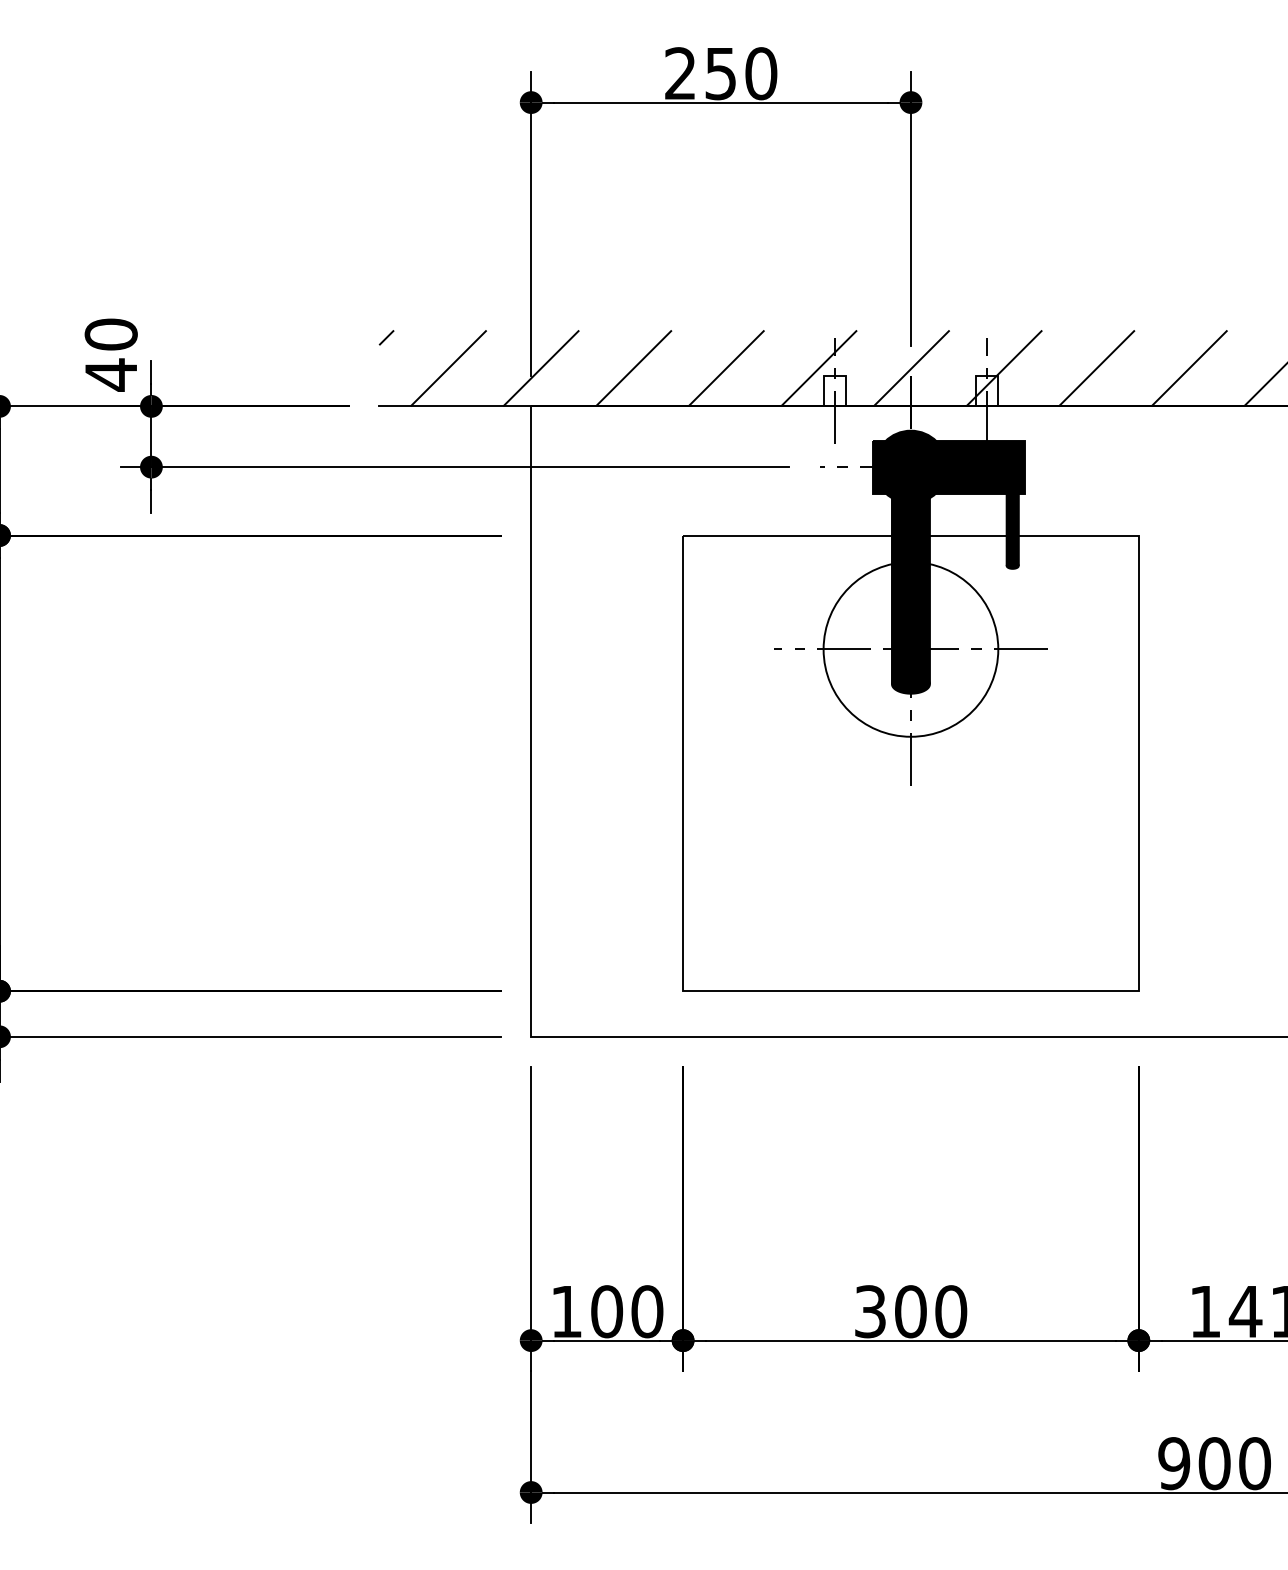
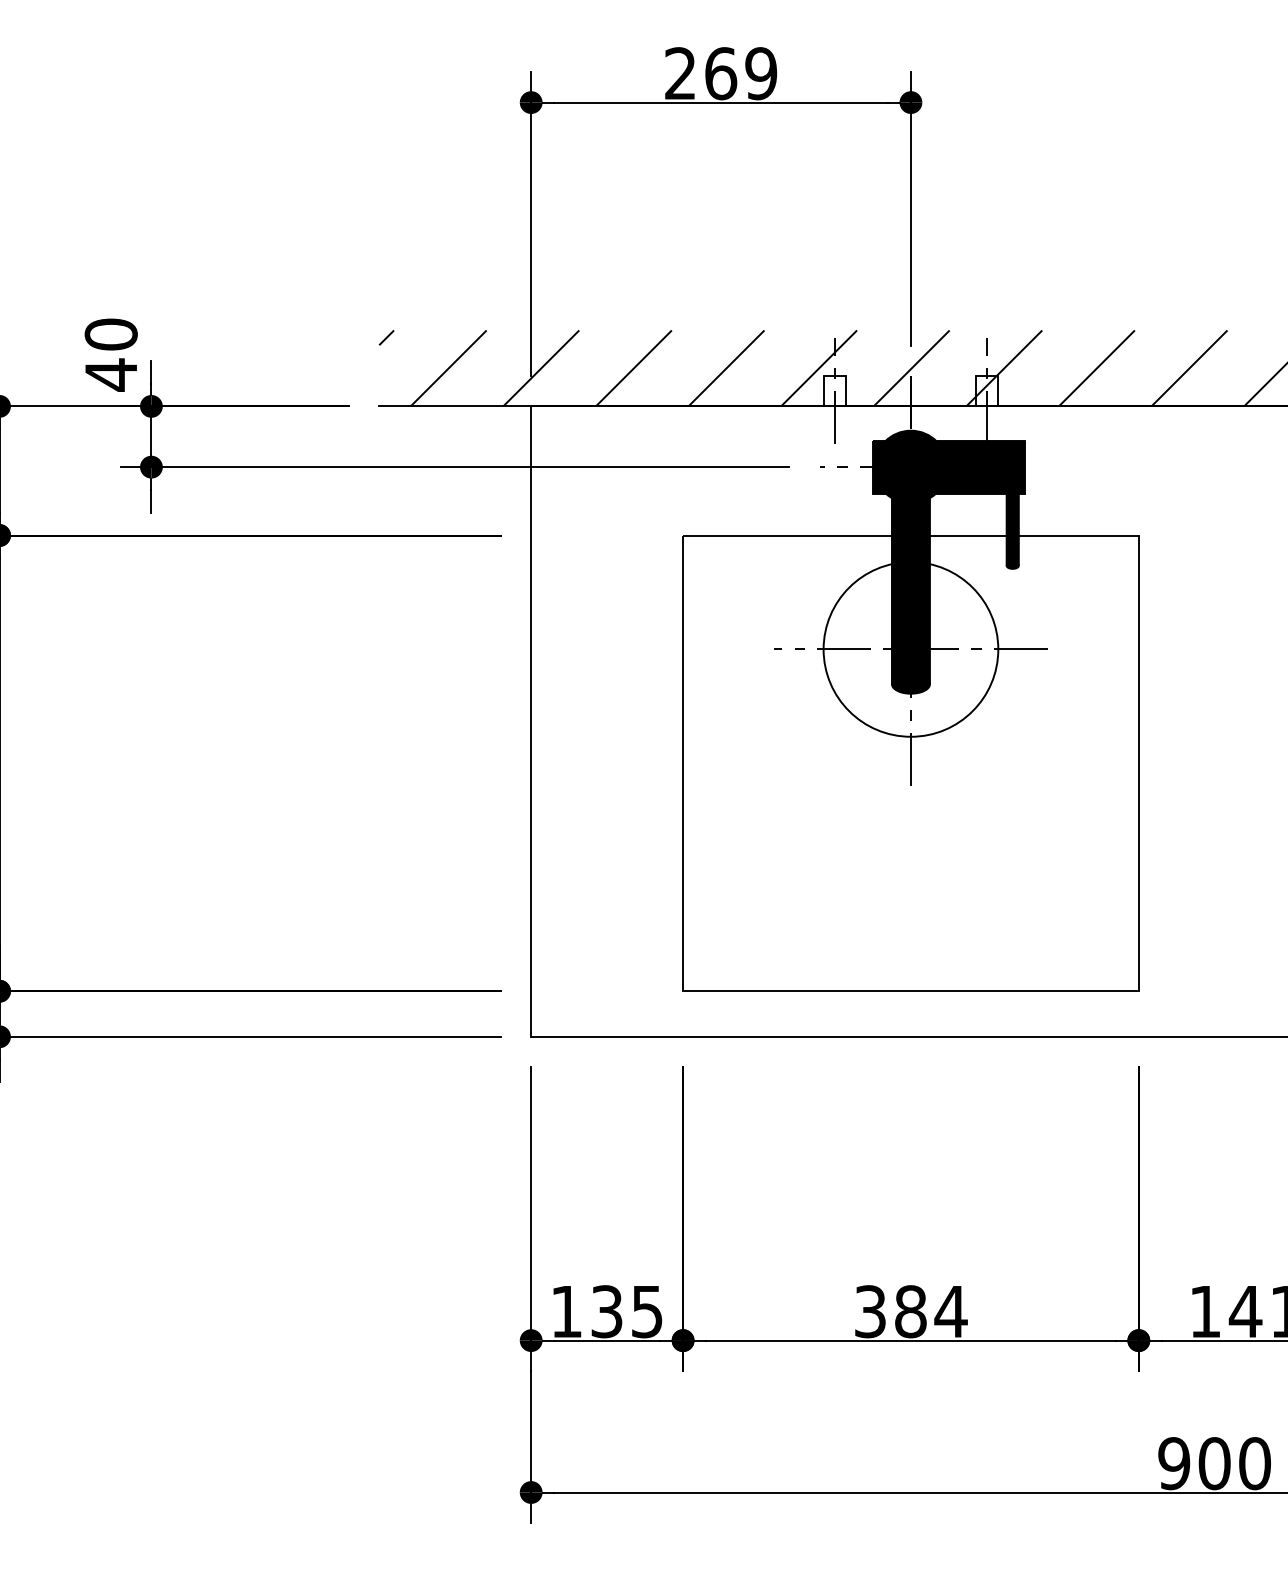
text at (741, 73): 250 -> 269
text at (627, 1311): 100 -> 135
text at (931, 1311): 300 -> 384
